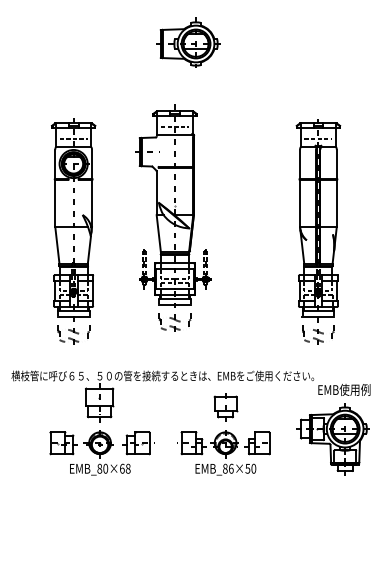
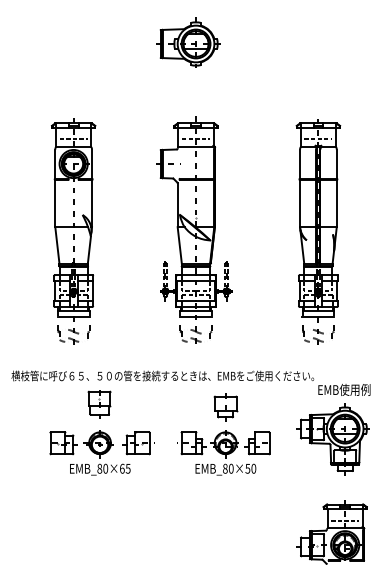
part at (173, 217) position: (173, 217) -> (194, 229)
part at (98, 401) size: 33x43 px -> 25x29 px
text at (127, 468): EMB_80×68 -> EMB_80×65
text at (231, 468): EMB_86×50 -> EMB_80×50
part at (331, 532): none -> present
